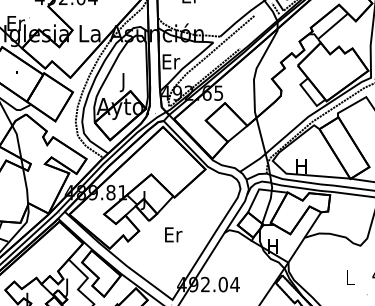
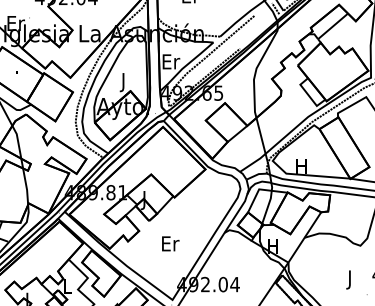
text at (173, 234) position: (173, 234) -> (170, 243)
text at (350, 279): L -> J
text at (67, 287): J -> L
